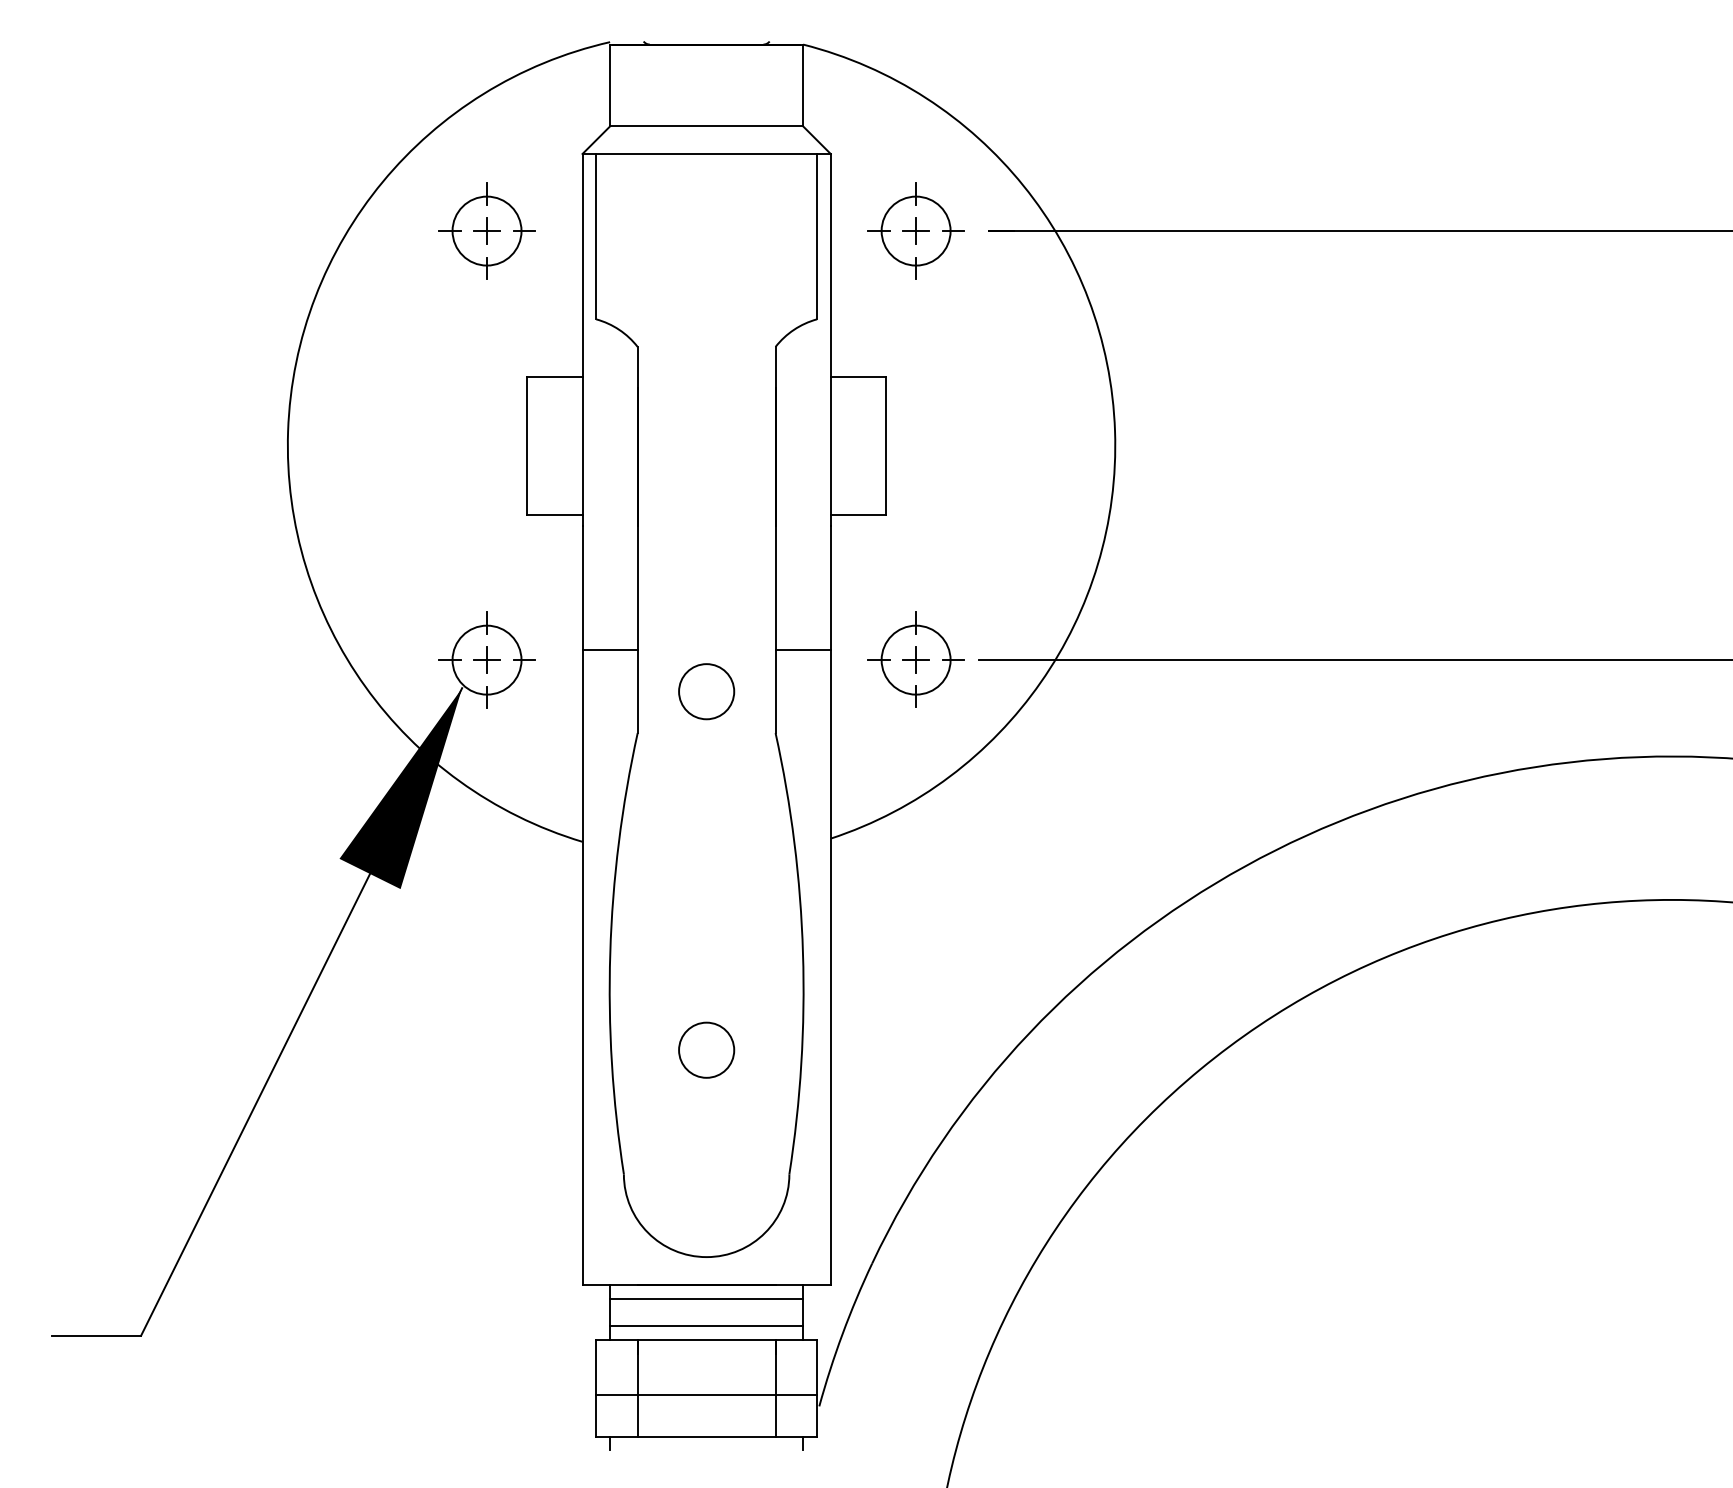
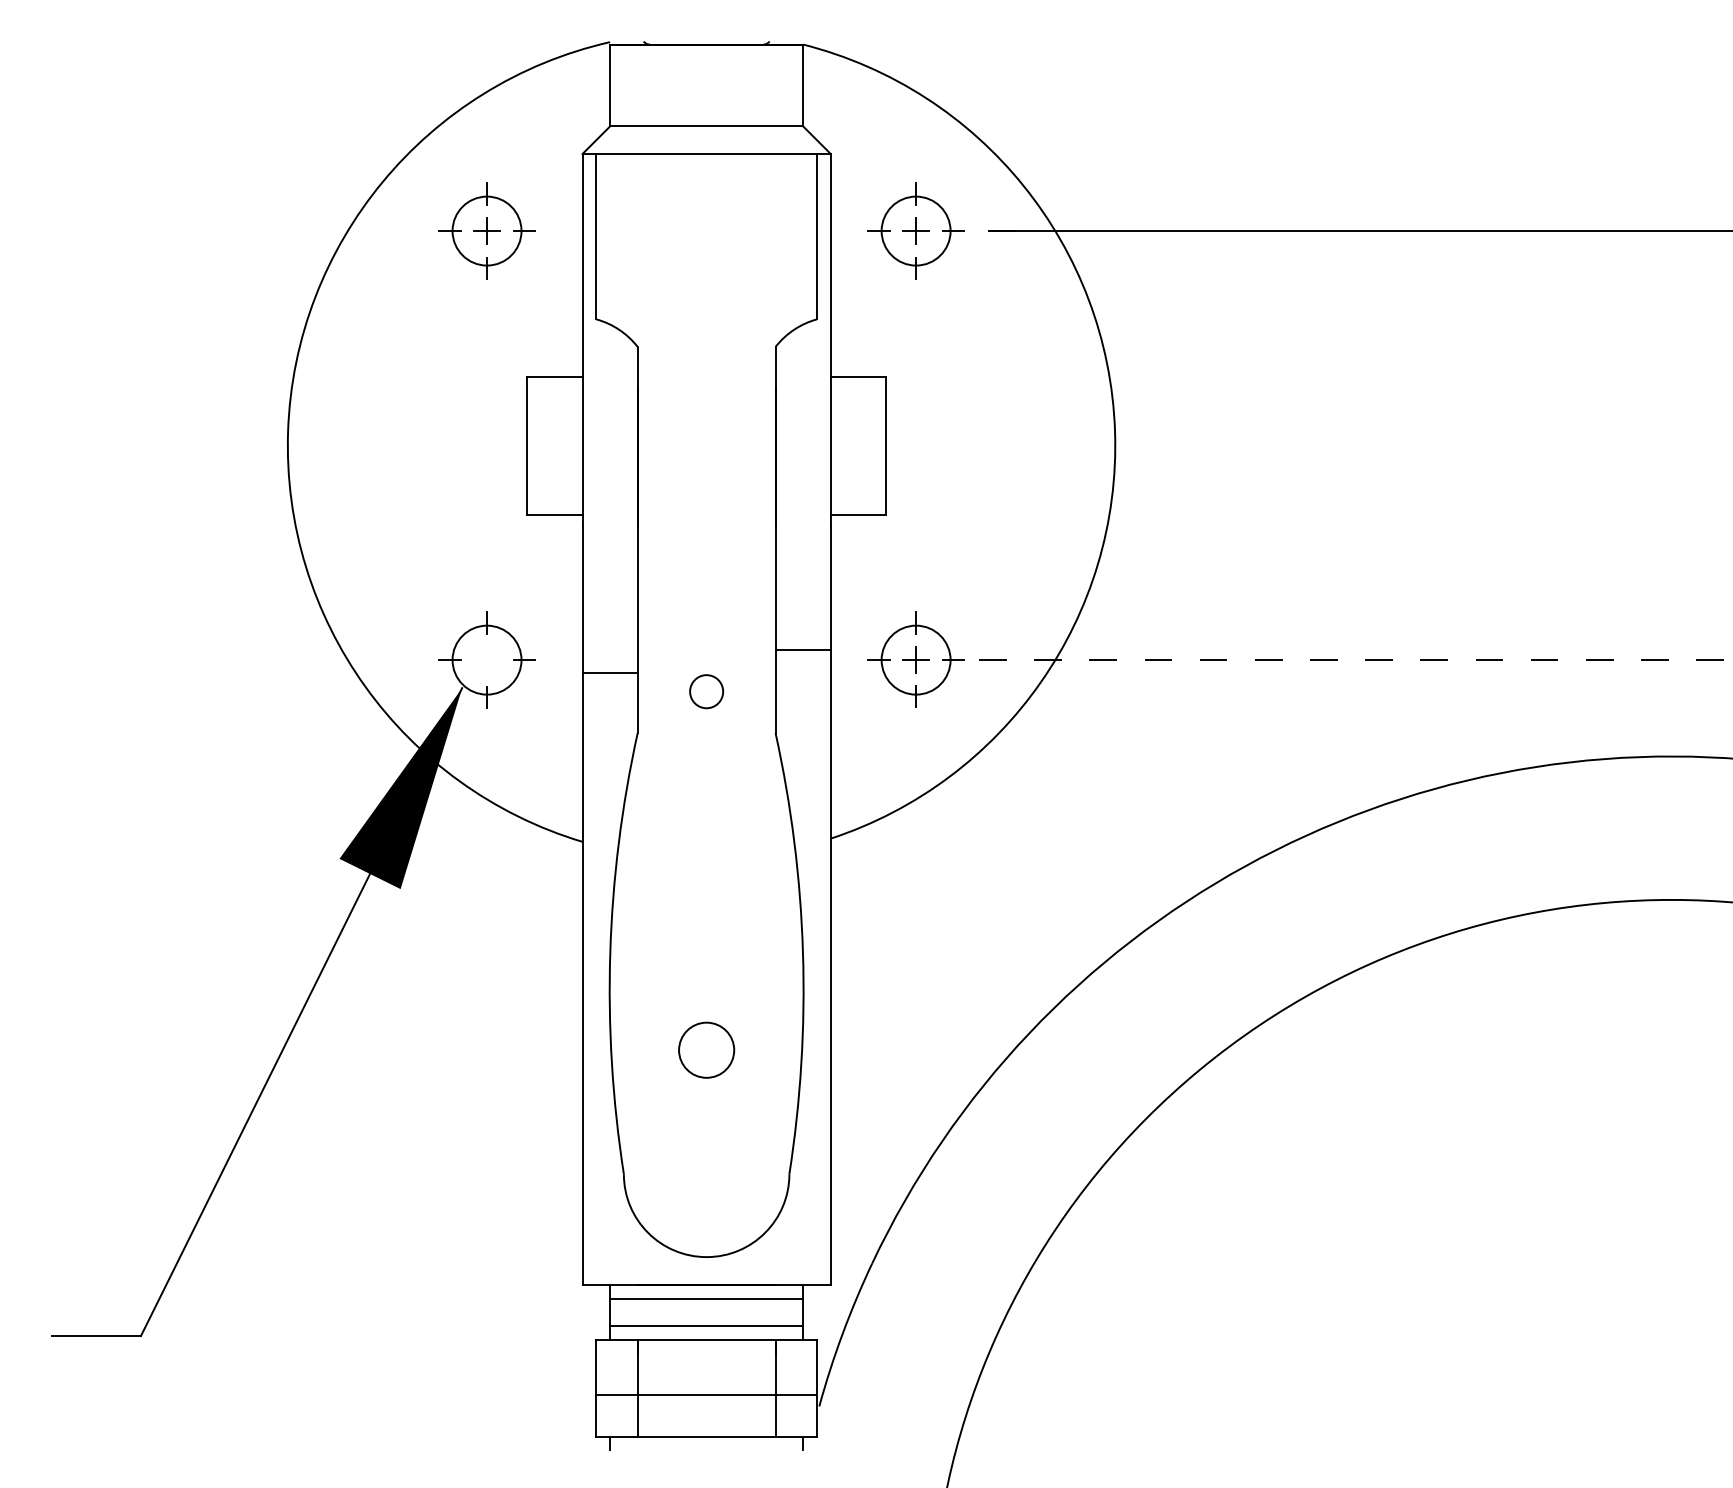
line at (609, 650) position: (609, 650) -> (609, 673)
part at (486, 659): present -> none
line at (1356, 660): solid -> dashed
circle at (706, 691) diameter: 55 px -> 33 px
